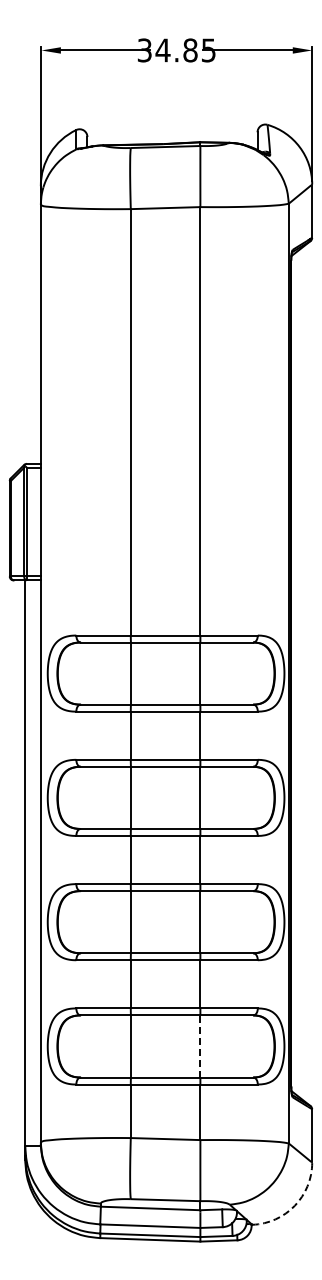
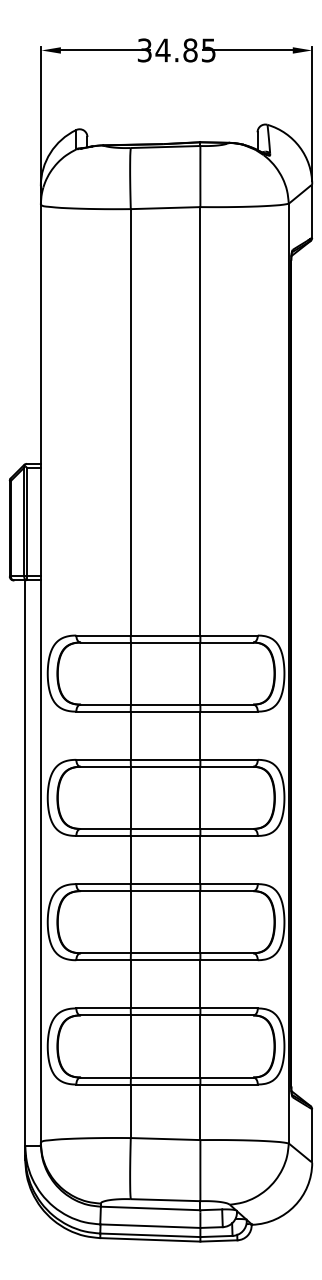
line at (200, 1045): dashed -> solid
arc at (294, 1205): dashed -> solid
